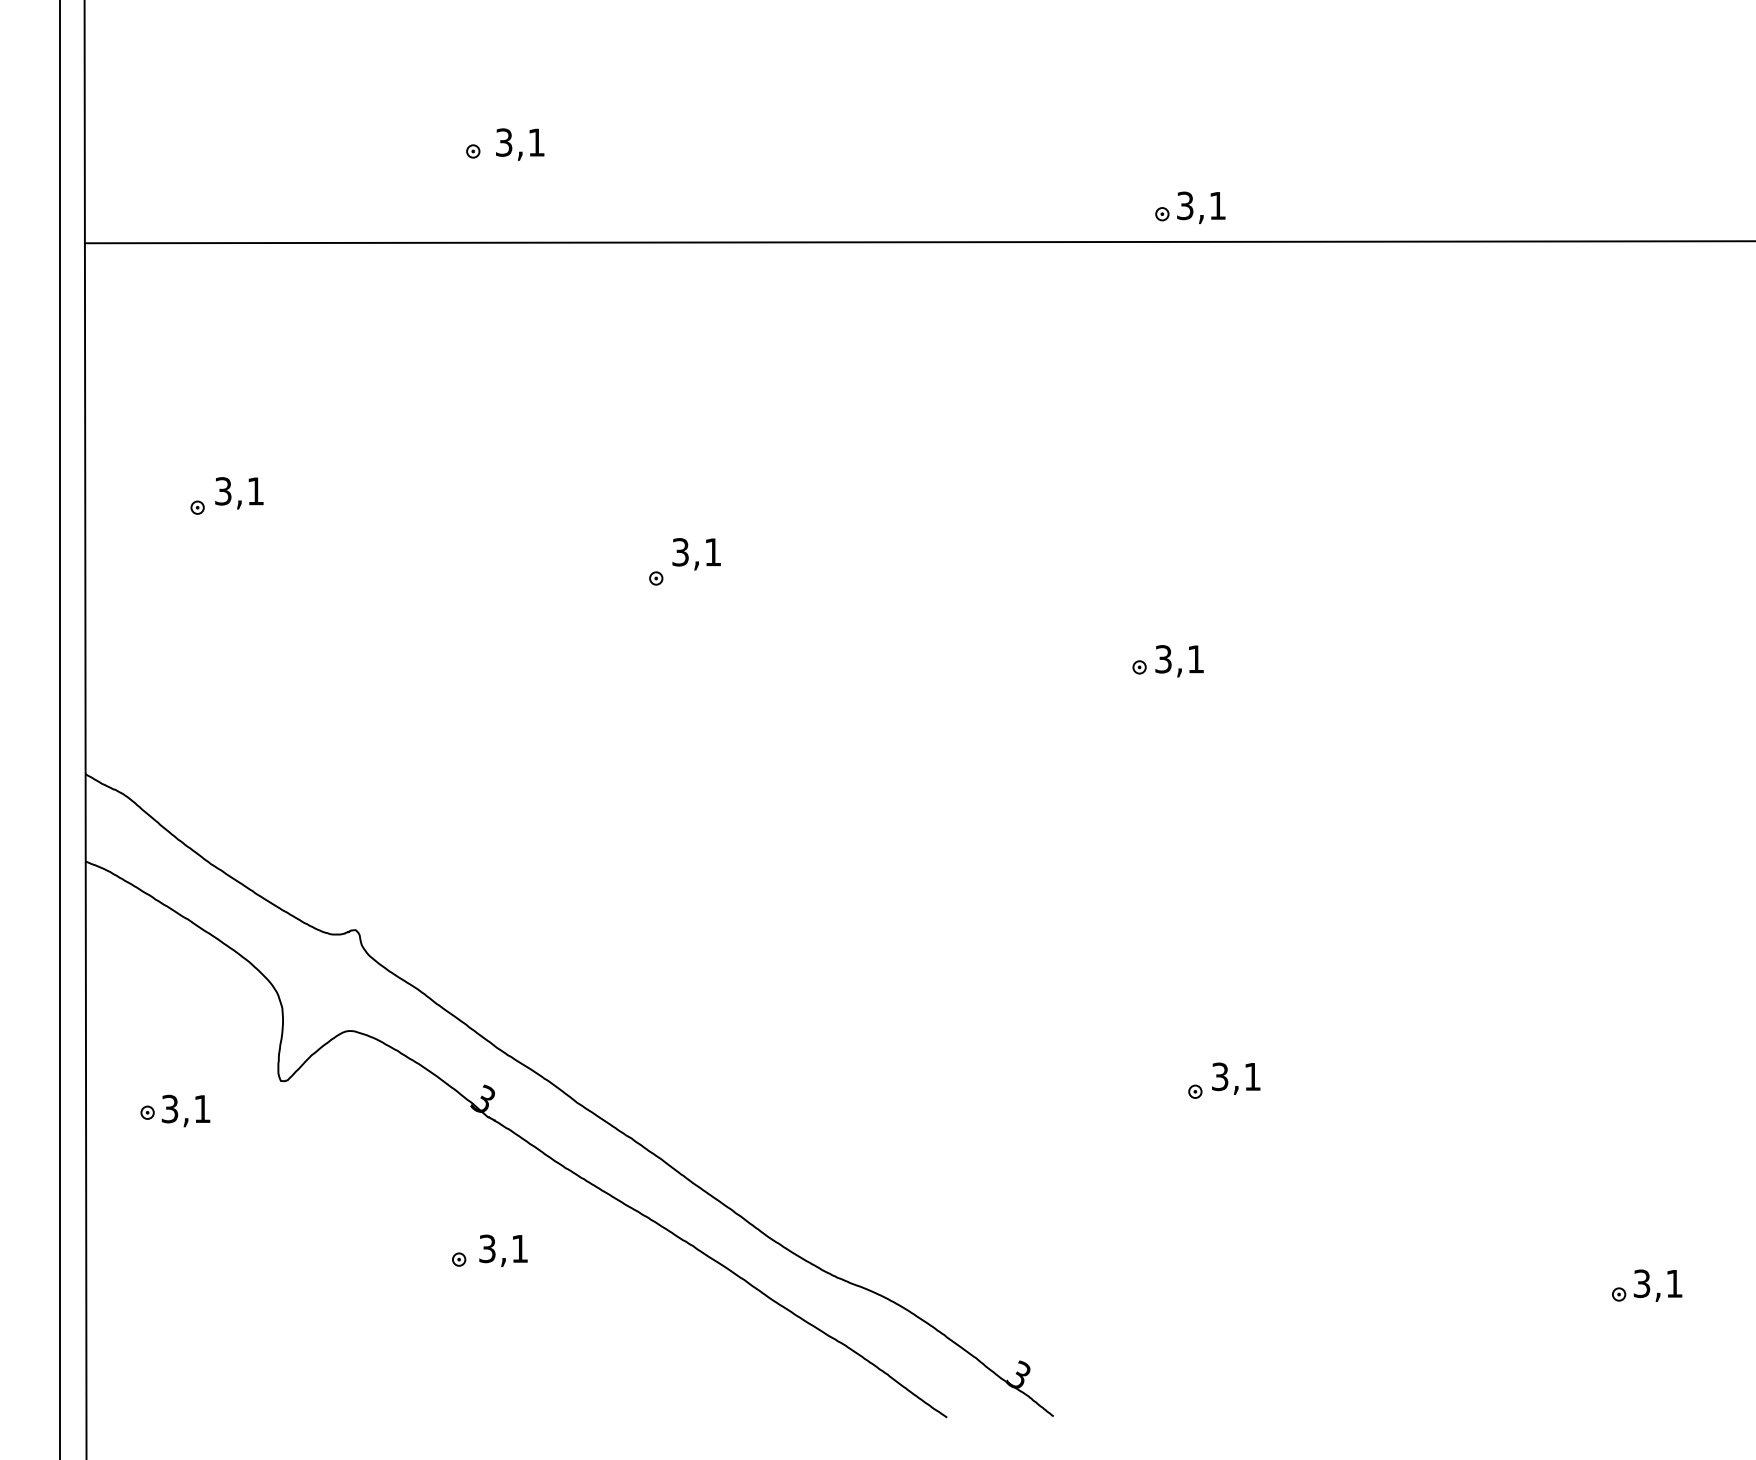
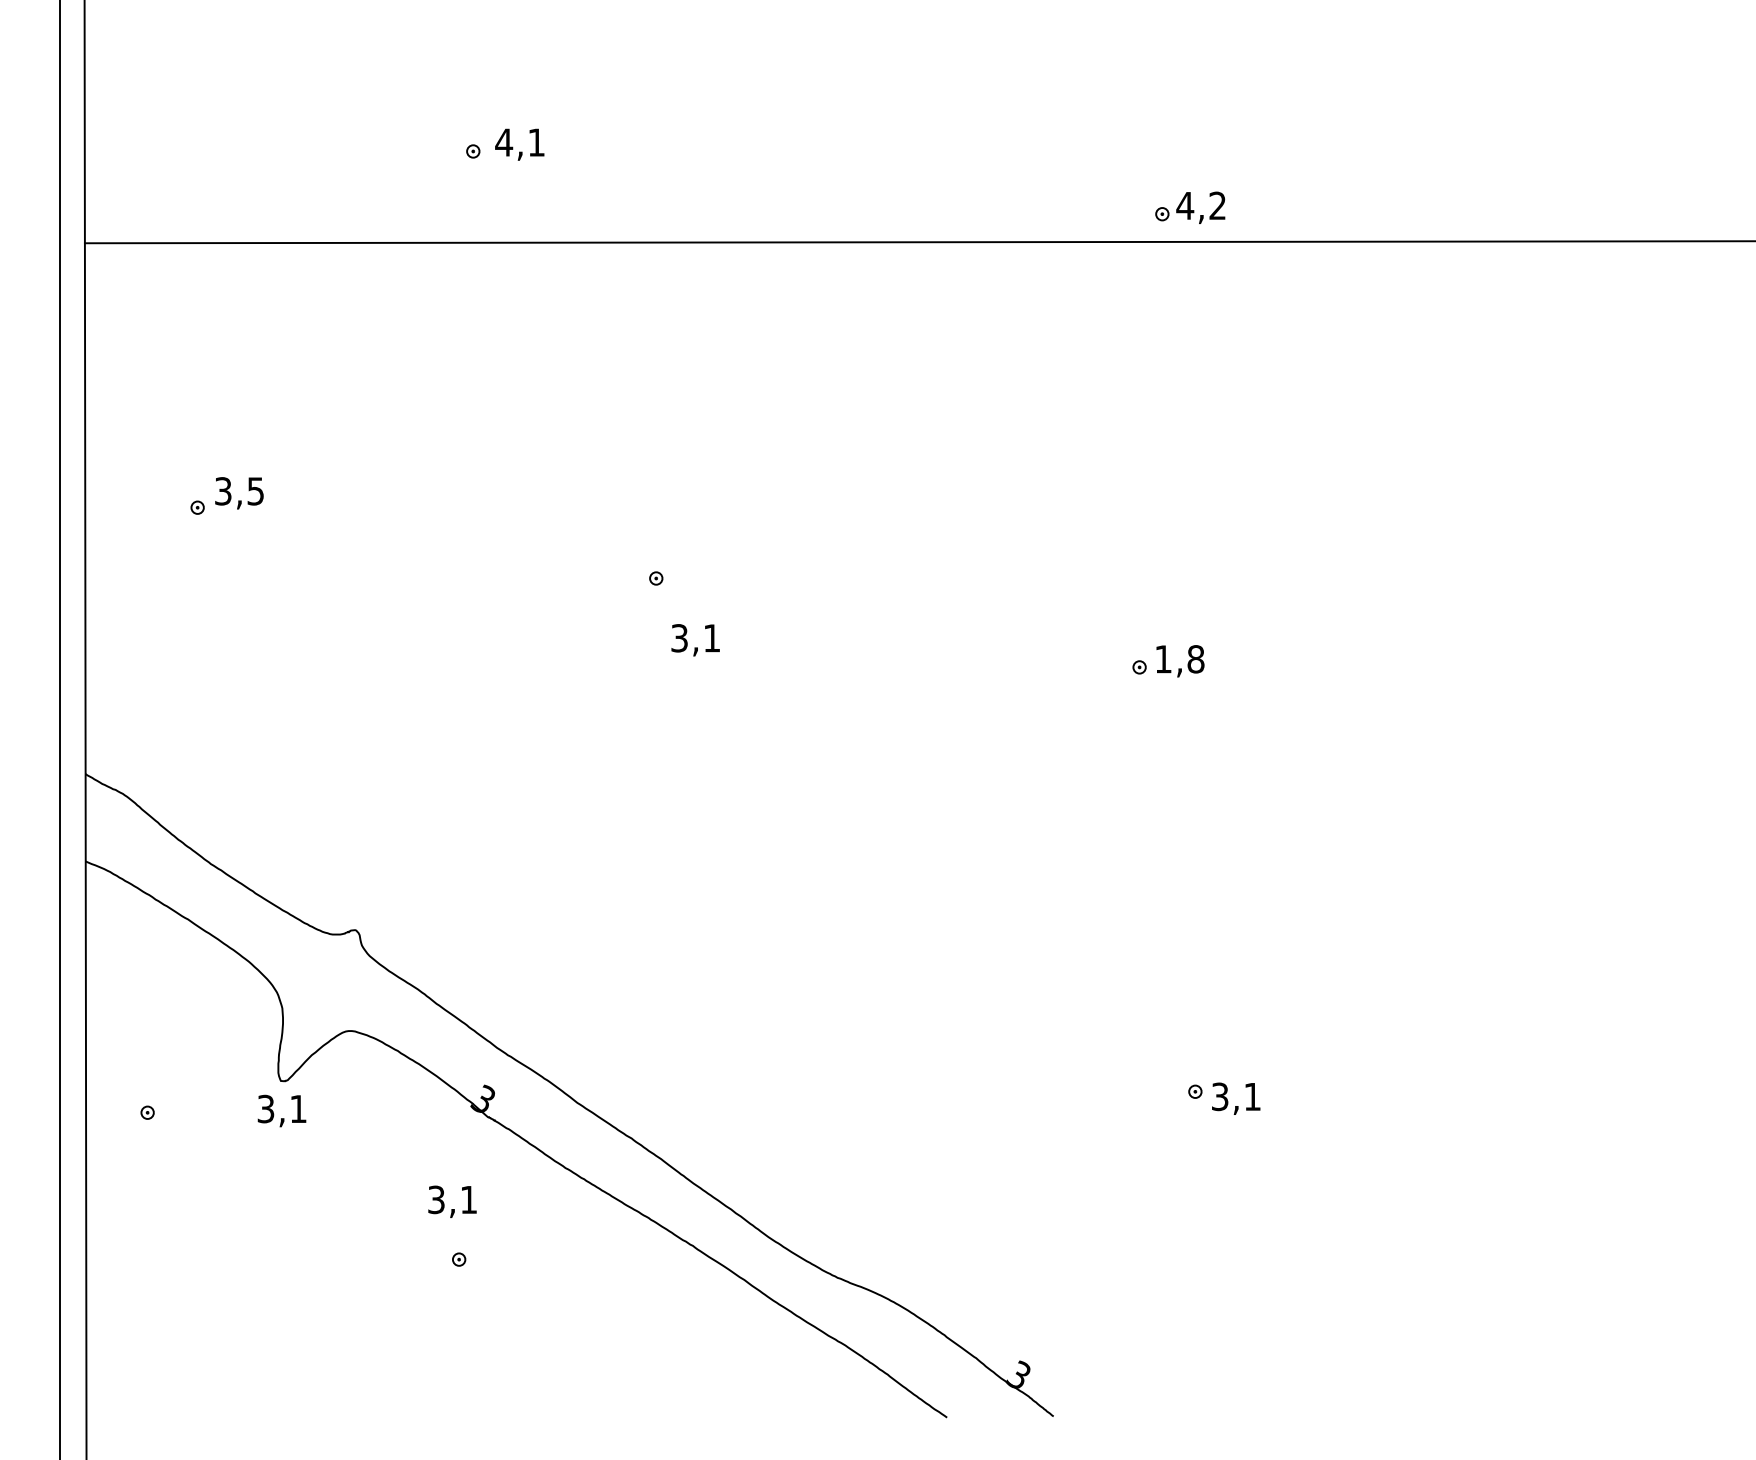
text at (504, 142): 3,1 -> 4,1
text at (1200, 205): 3,1 -> 4,2
text at (255, 491): 3,1 -> 3,5
text at (696, 554) position: (696, 554) -> (695, 640)
text at (1179, 659): 3,1 -> 1,8
text at (1236, 1078) position: (1236, 1078) -> (1236, 1098)
text at (185, 1110) position: (185, 1110) -> (281, 1110)
text at (503, 1250) position: (503, 1250) -> (452, 1201)
part at (1647, 1285): present -> none
